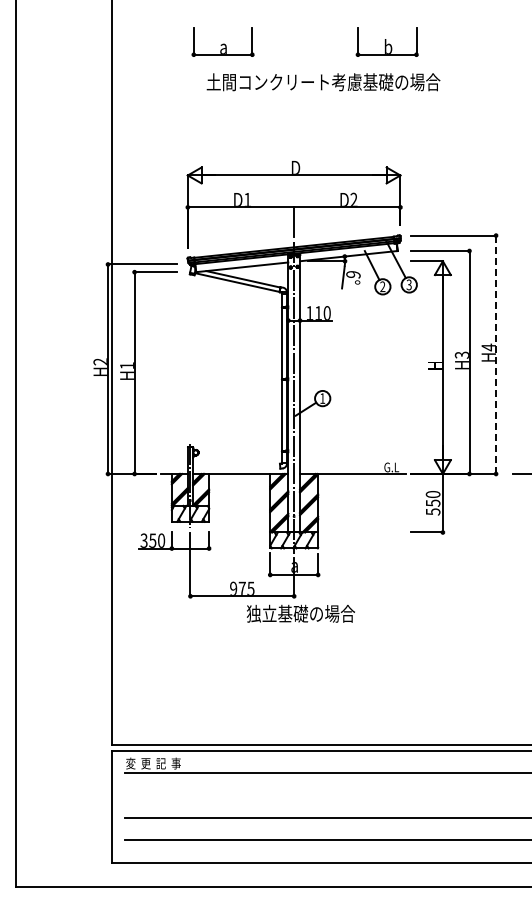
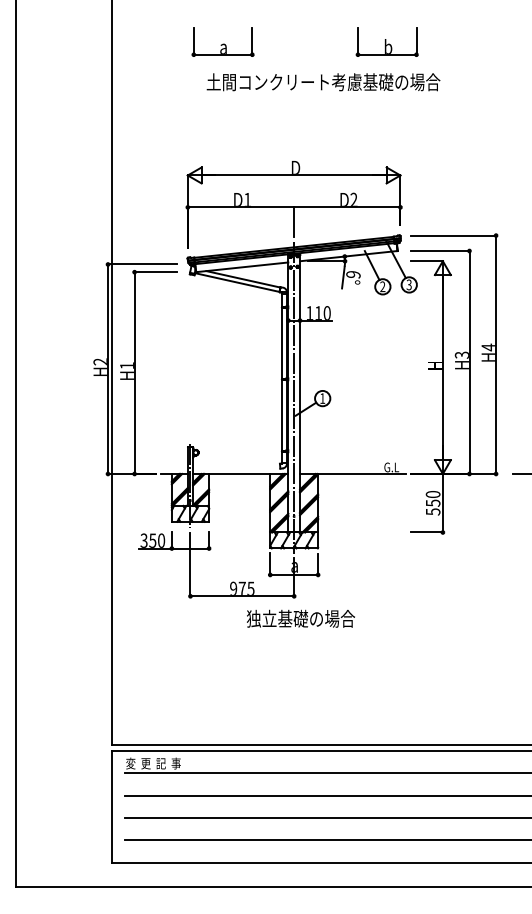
line at (496, 355): dashed -> solid
text at (300, 613) position: (300, 613) -> (300, 618)
line at (326, 795): none -> present
